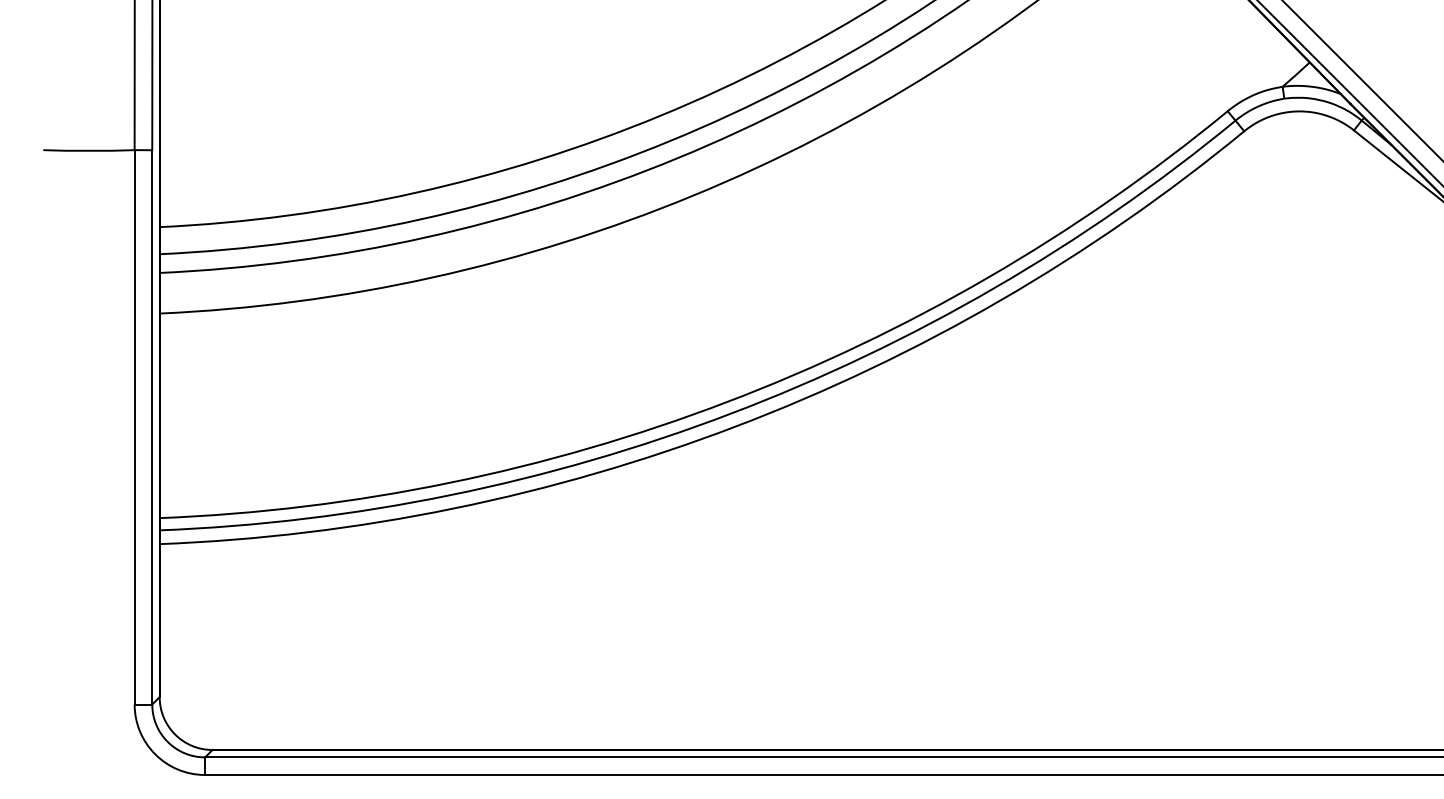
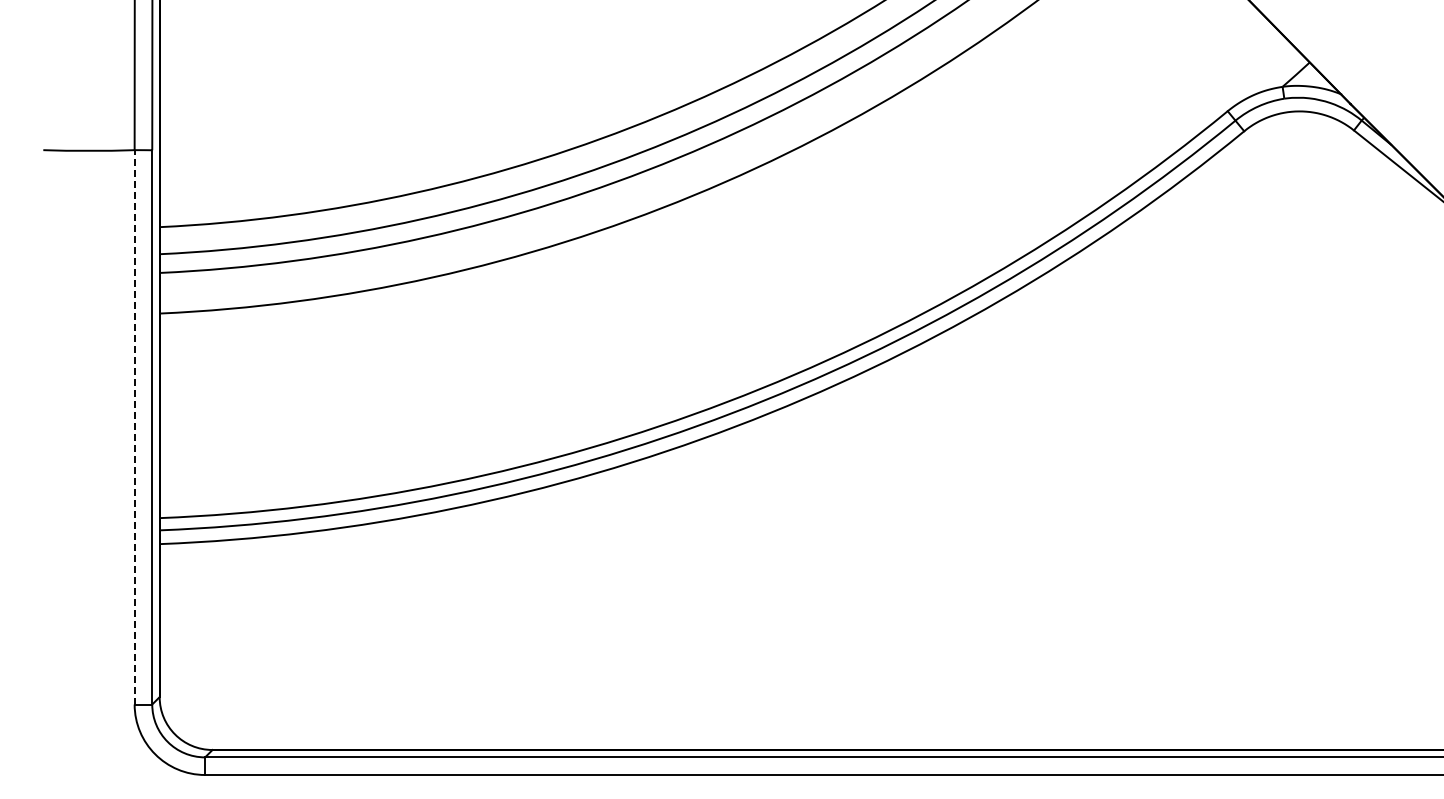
line at (1362, 80): present -> none
line at (1349, 92): present -> none
line at (134, 426): solid -> dashed
